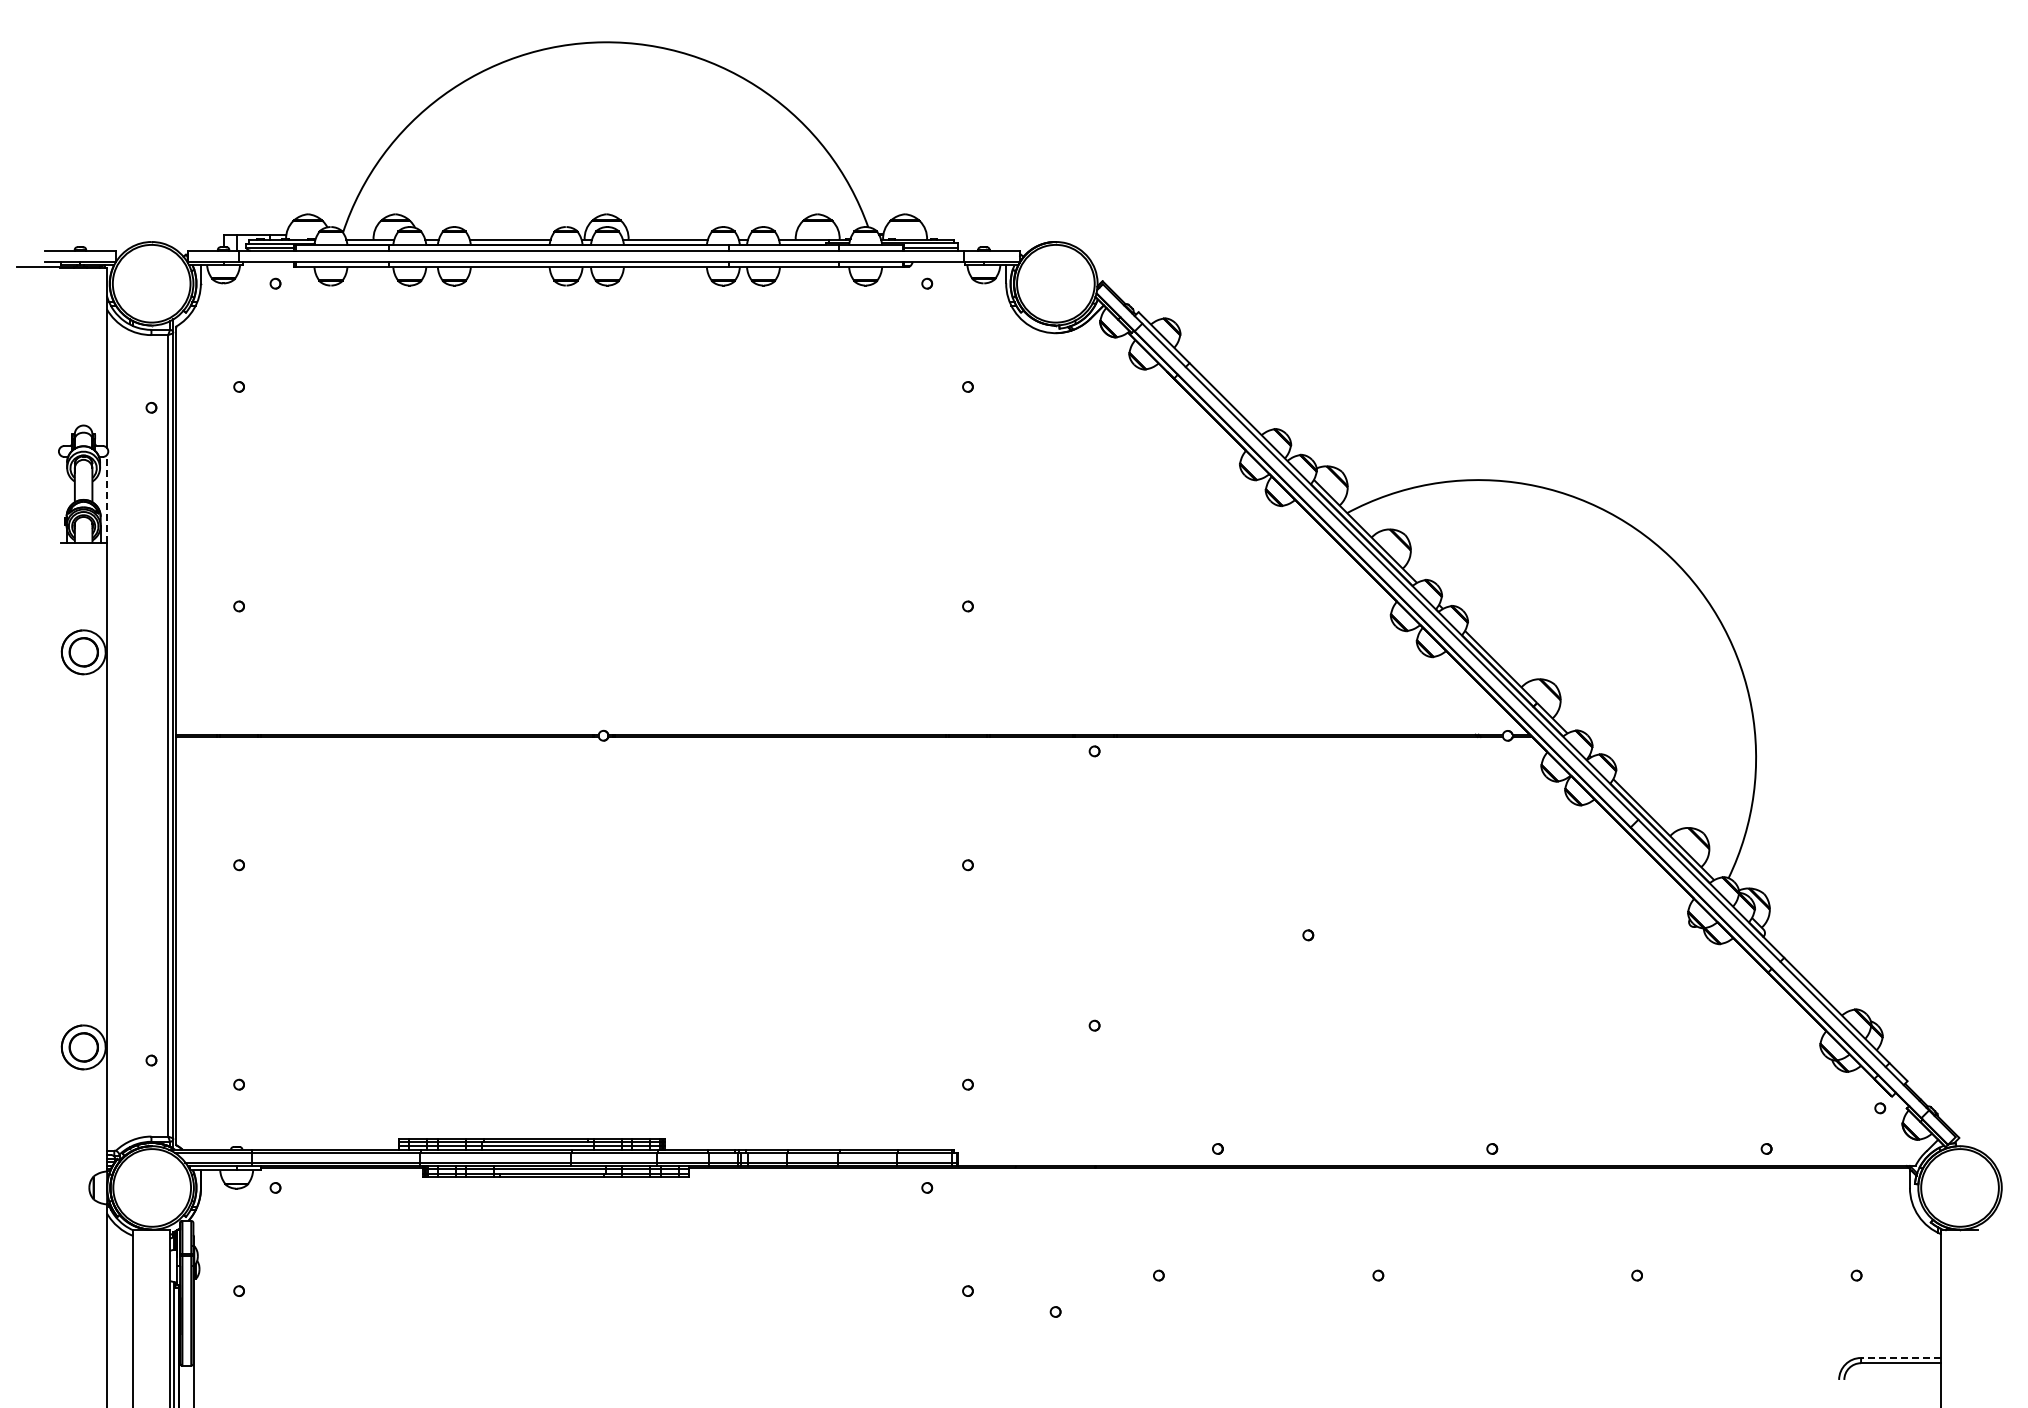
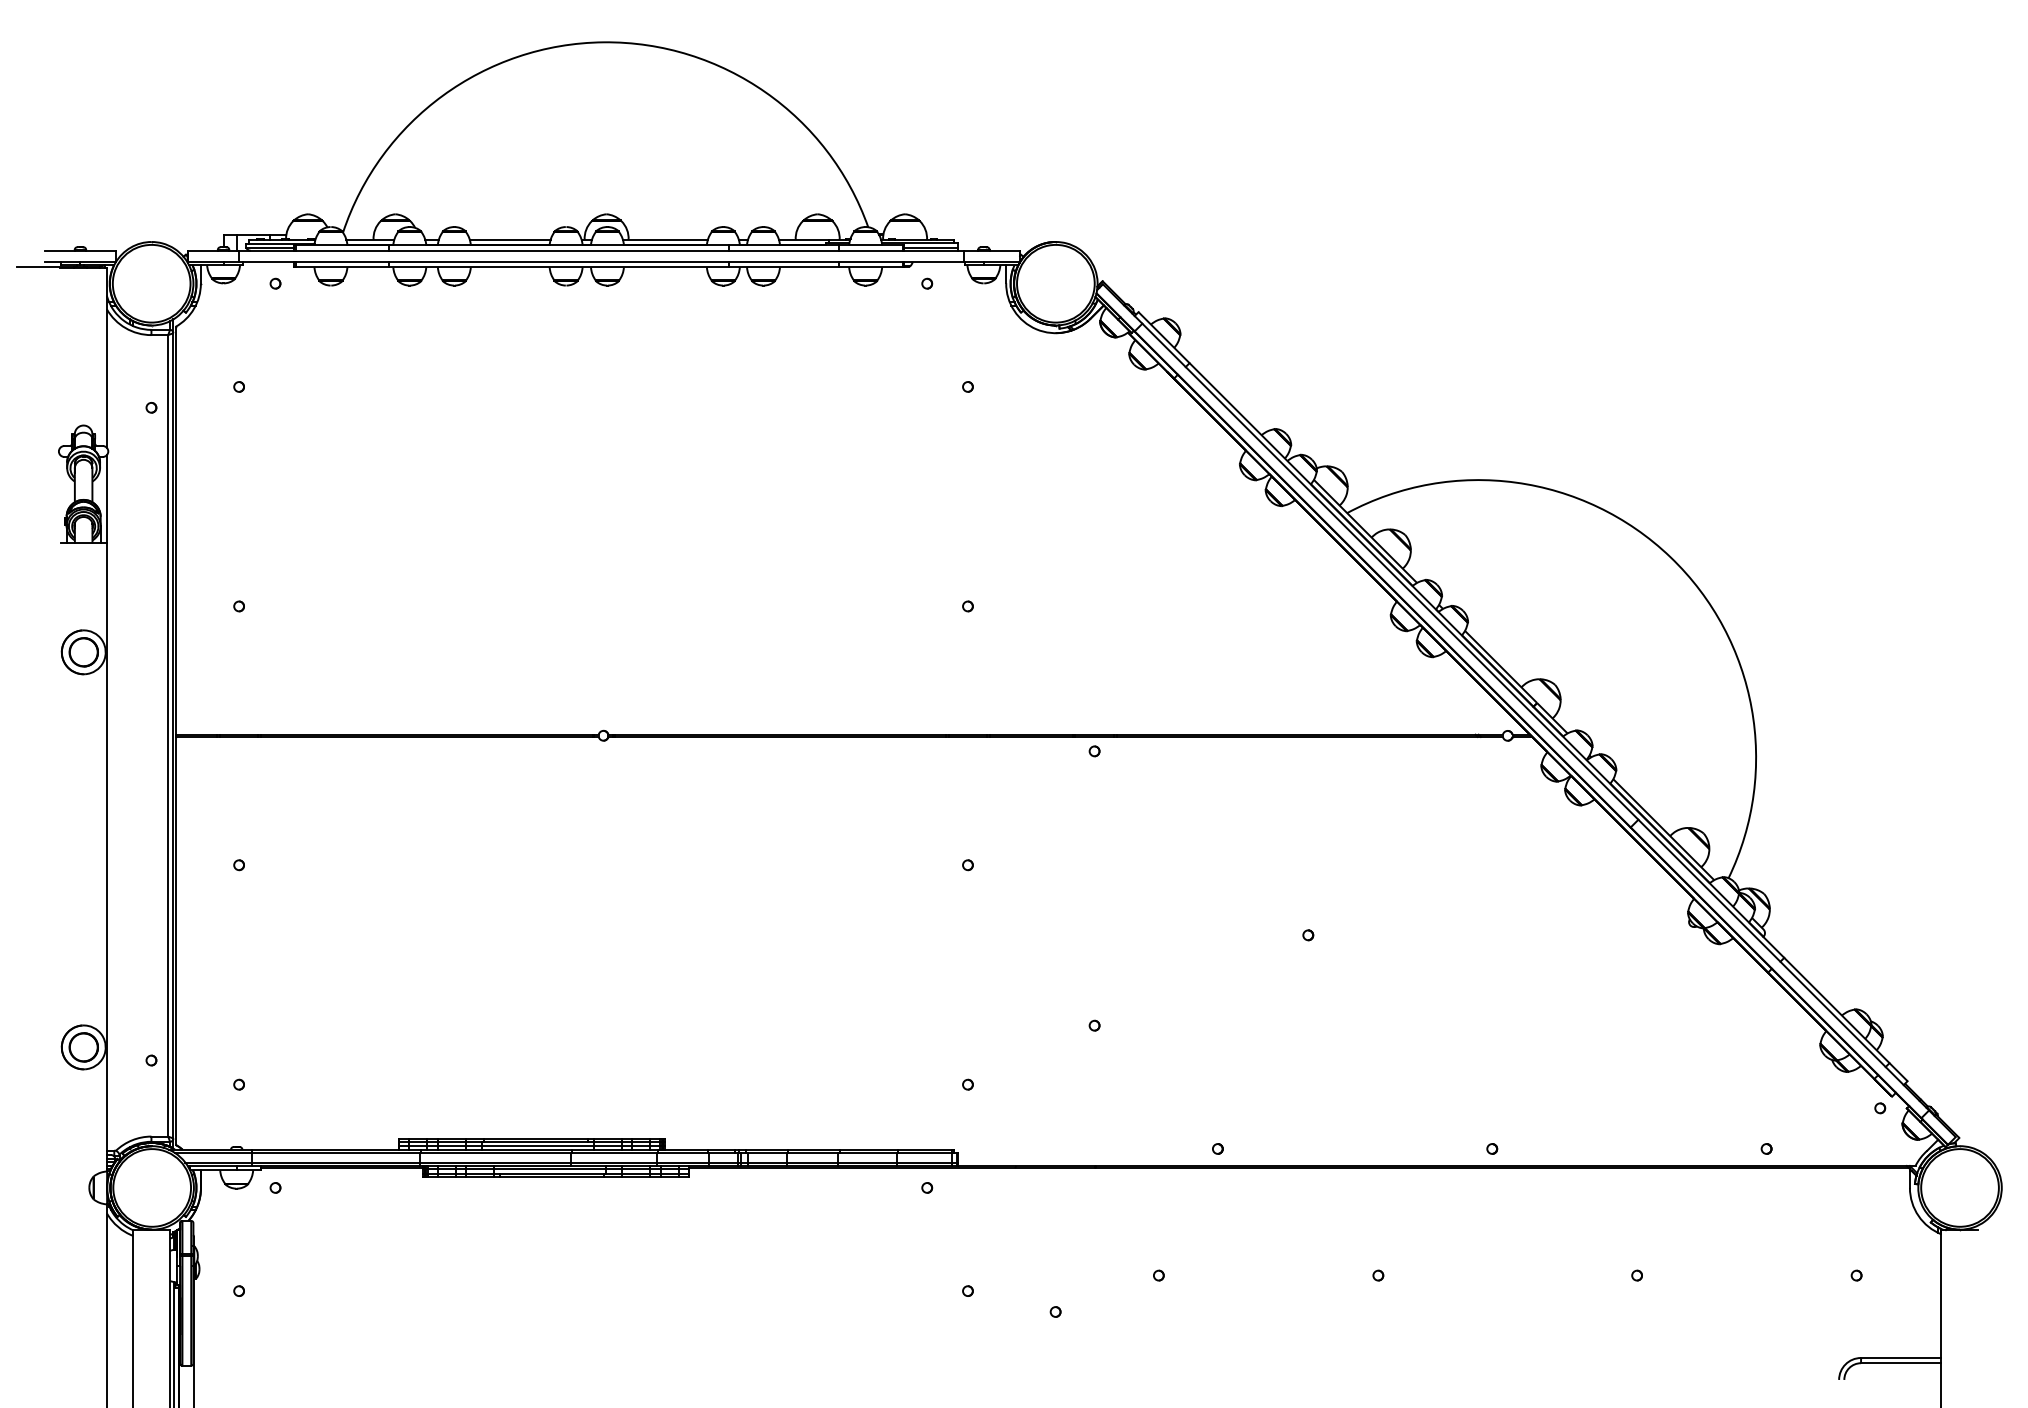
line at (106, 498): dashed -> solid
line at (1900, 1357): dashed -> solid
